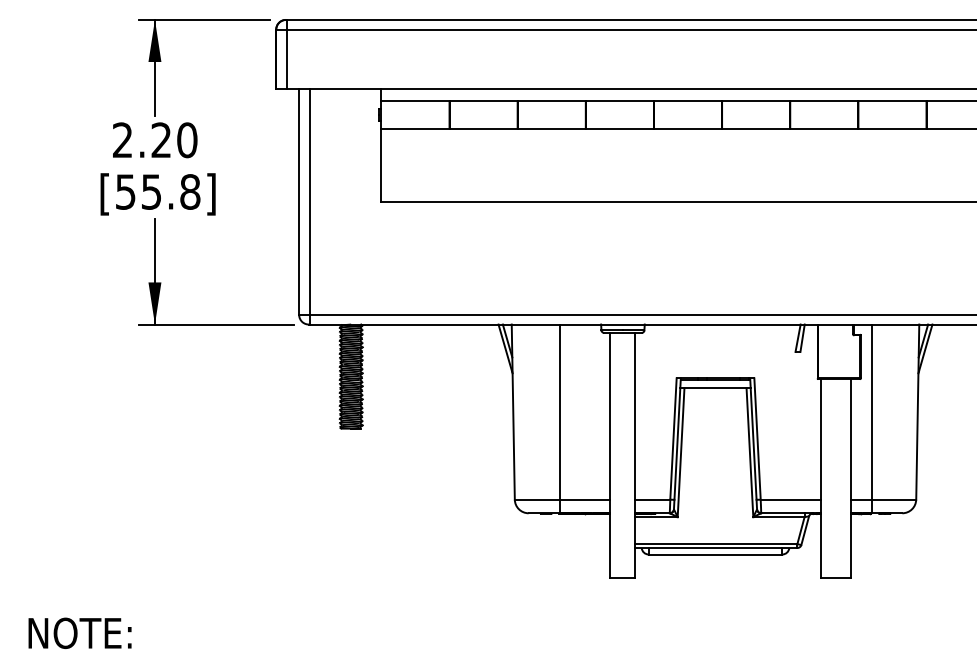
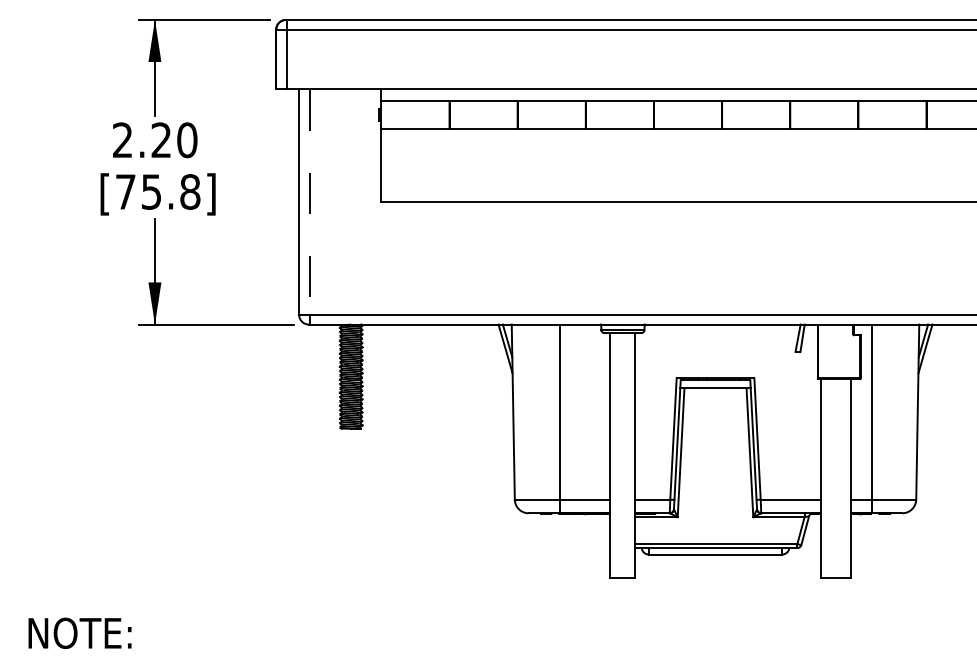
text at (125, 191): [55.8] -> [75.8]
line at (310, 202): solid -> dashed
